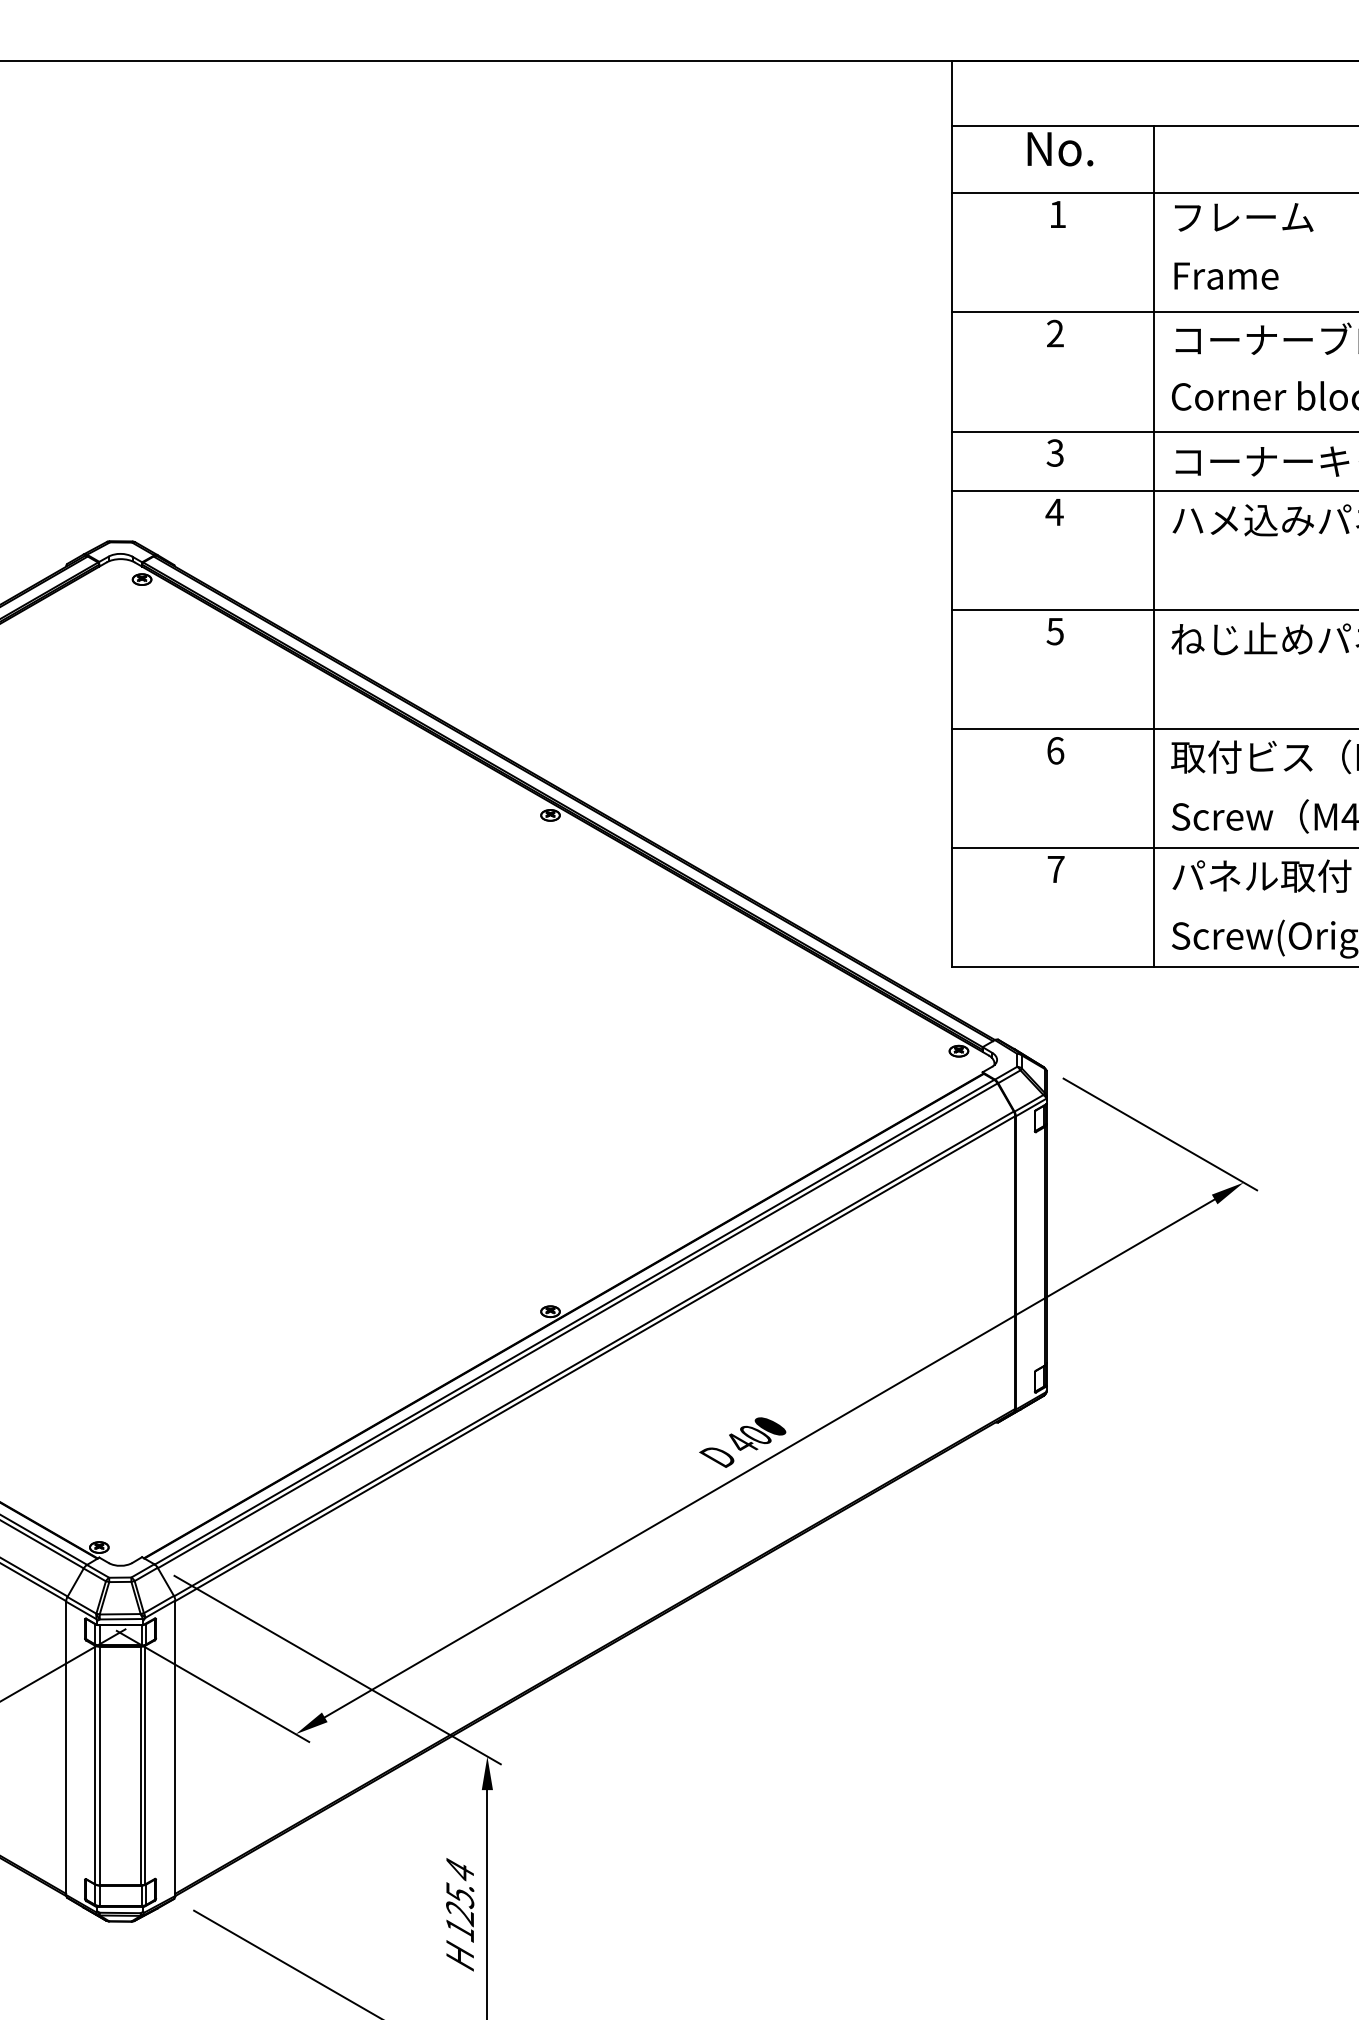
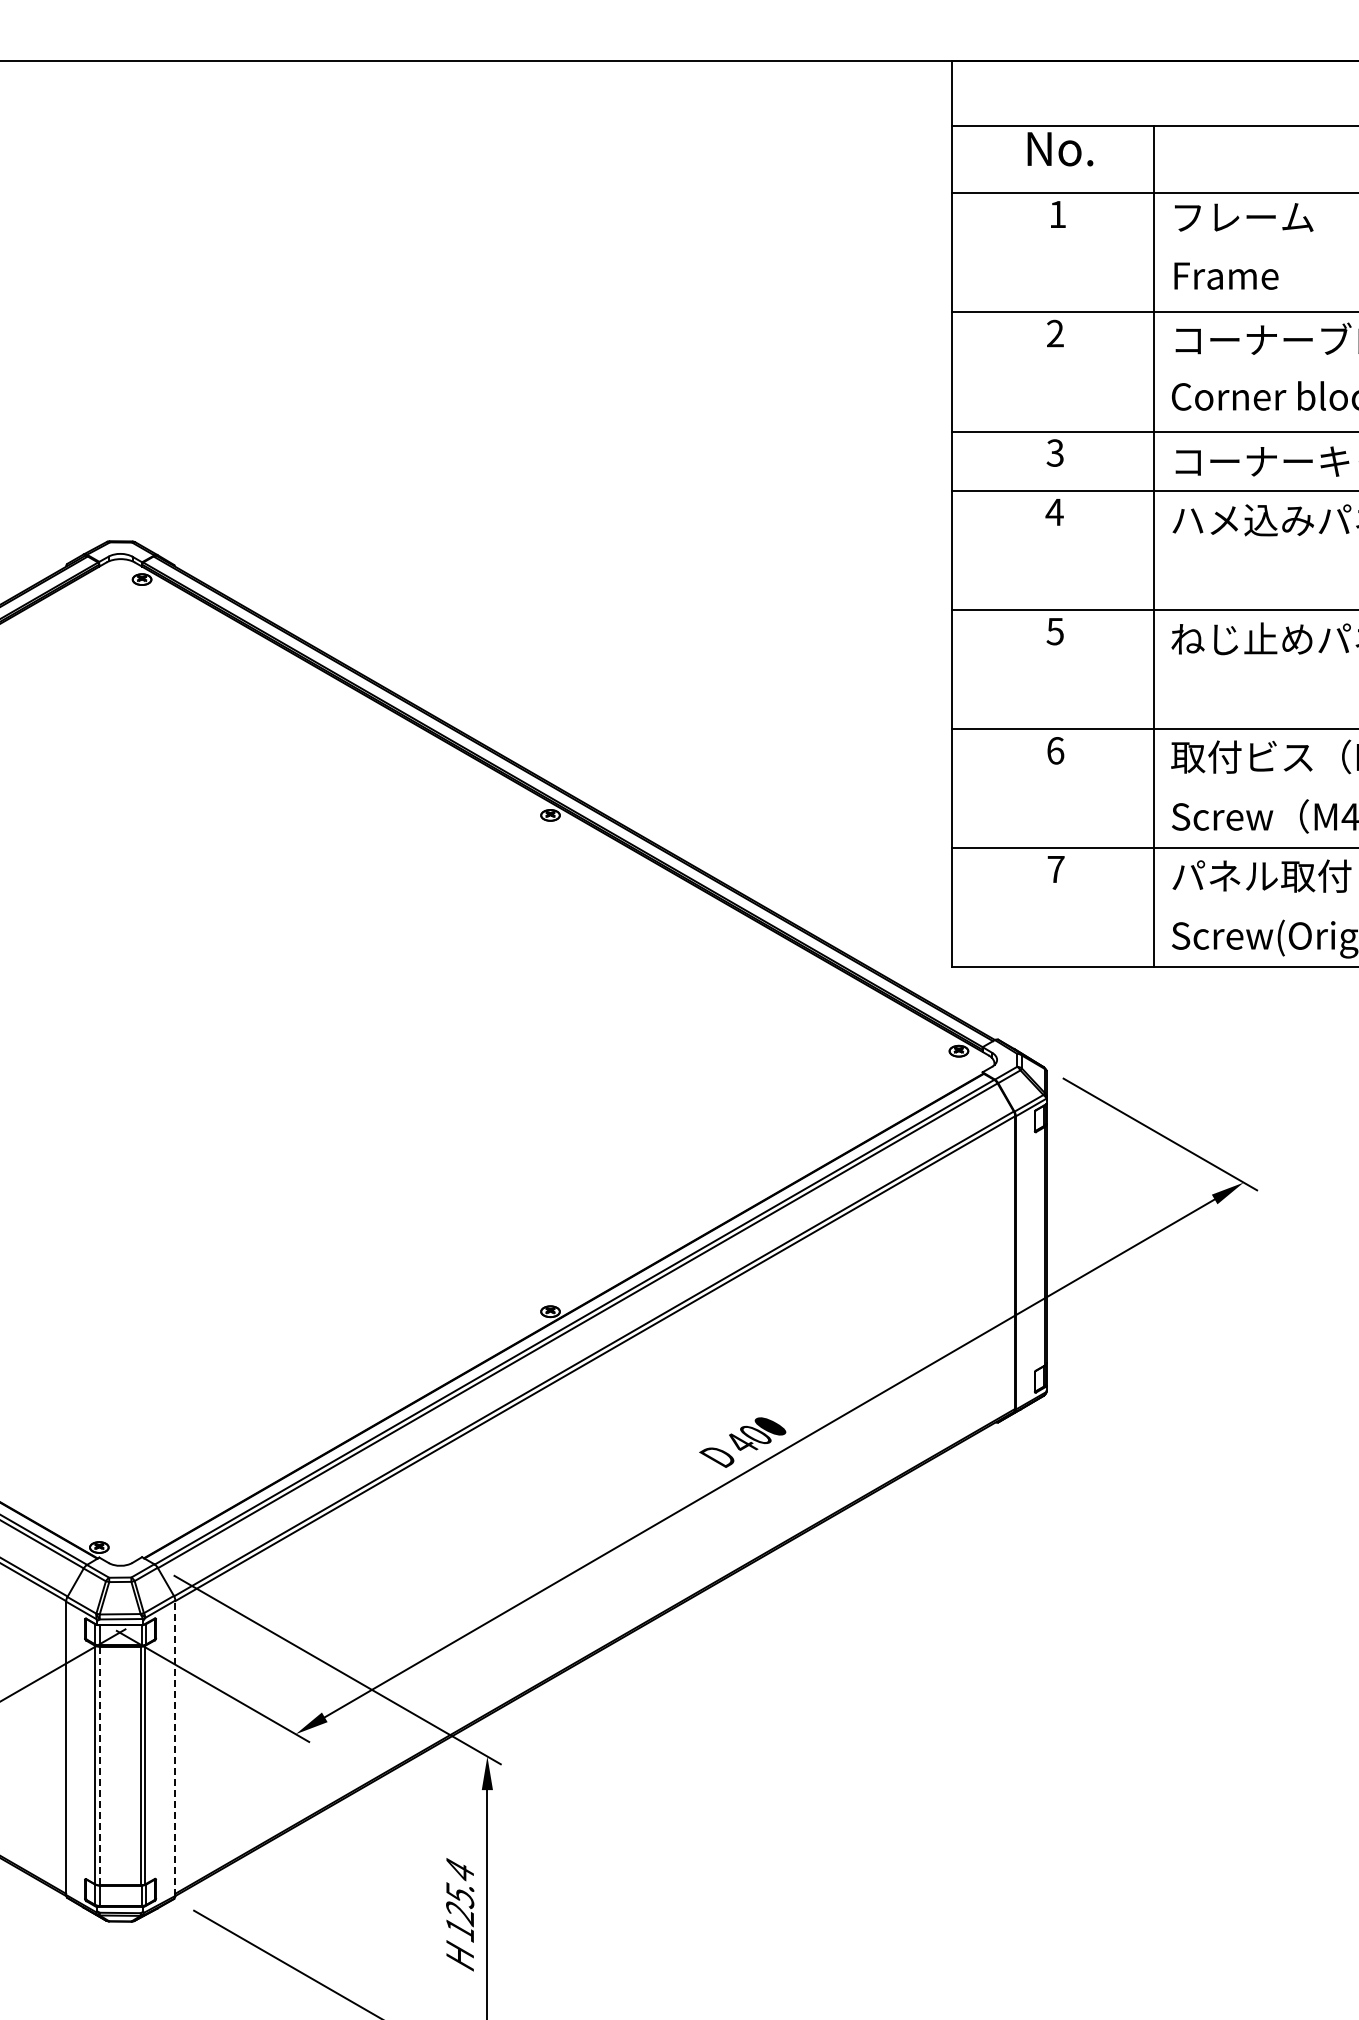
line at (175, 1748): solid -> dashed
line at (99, 1765): solid -> dashed
